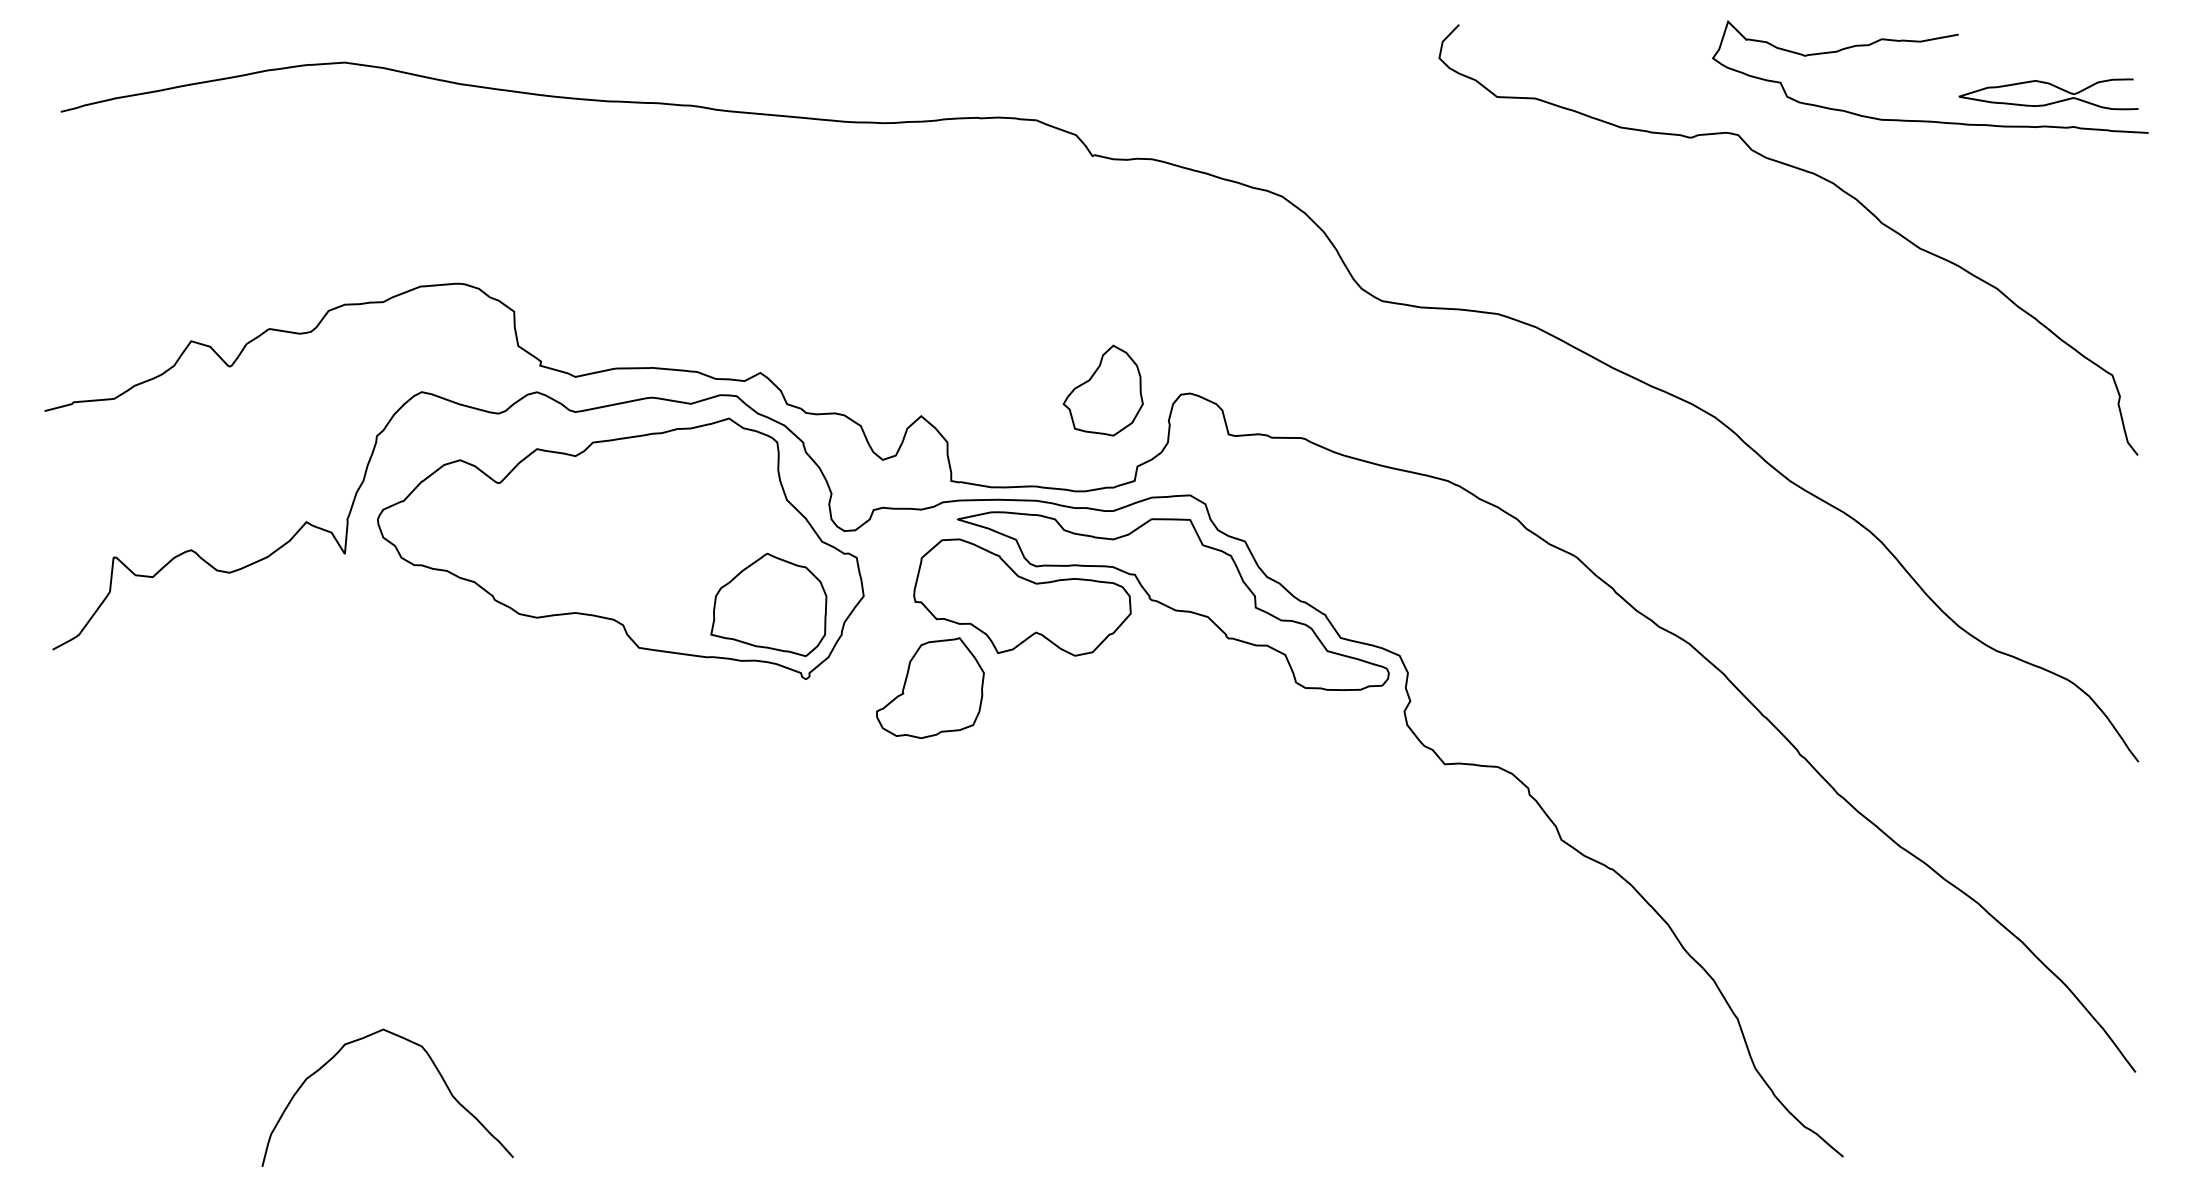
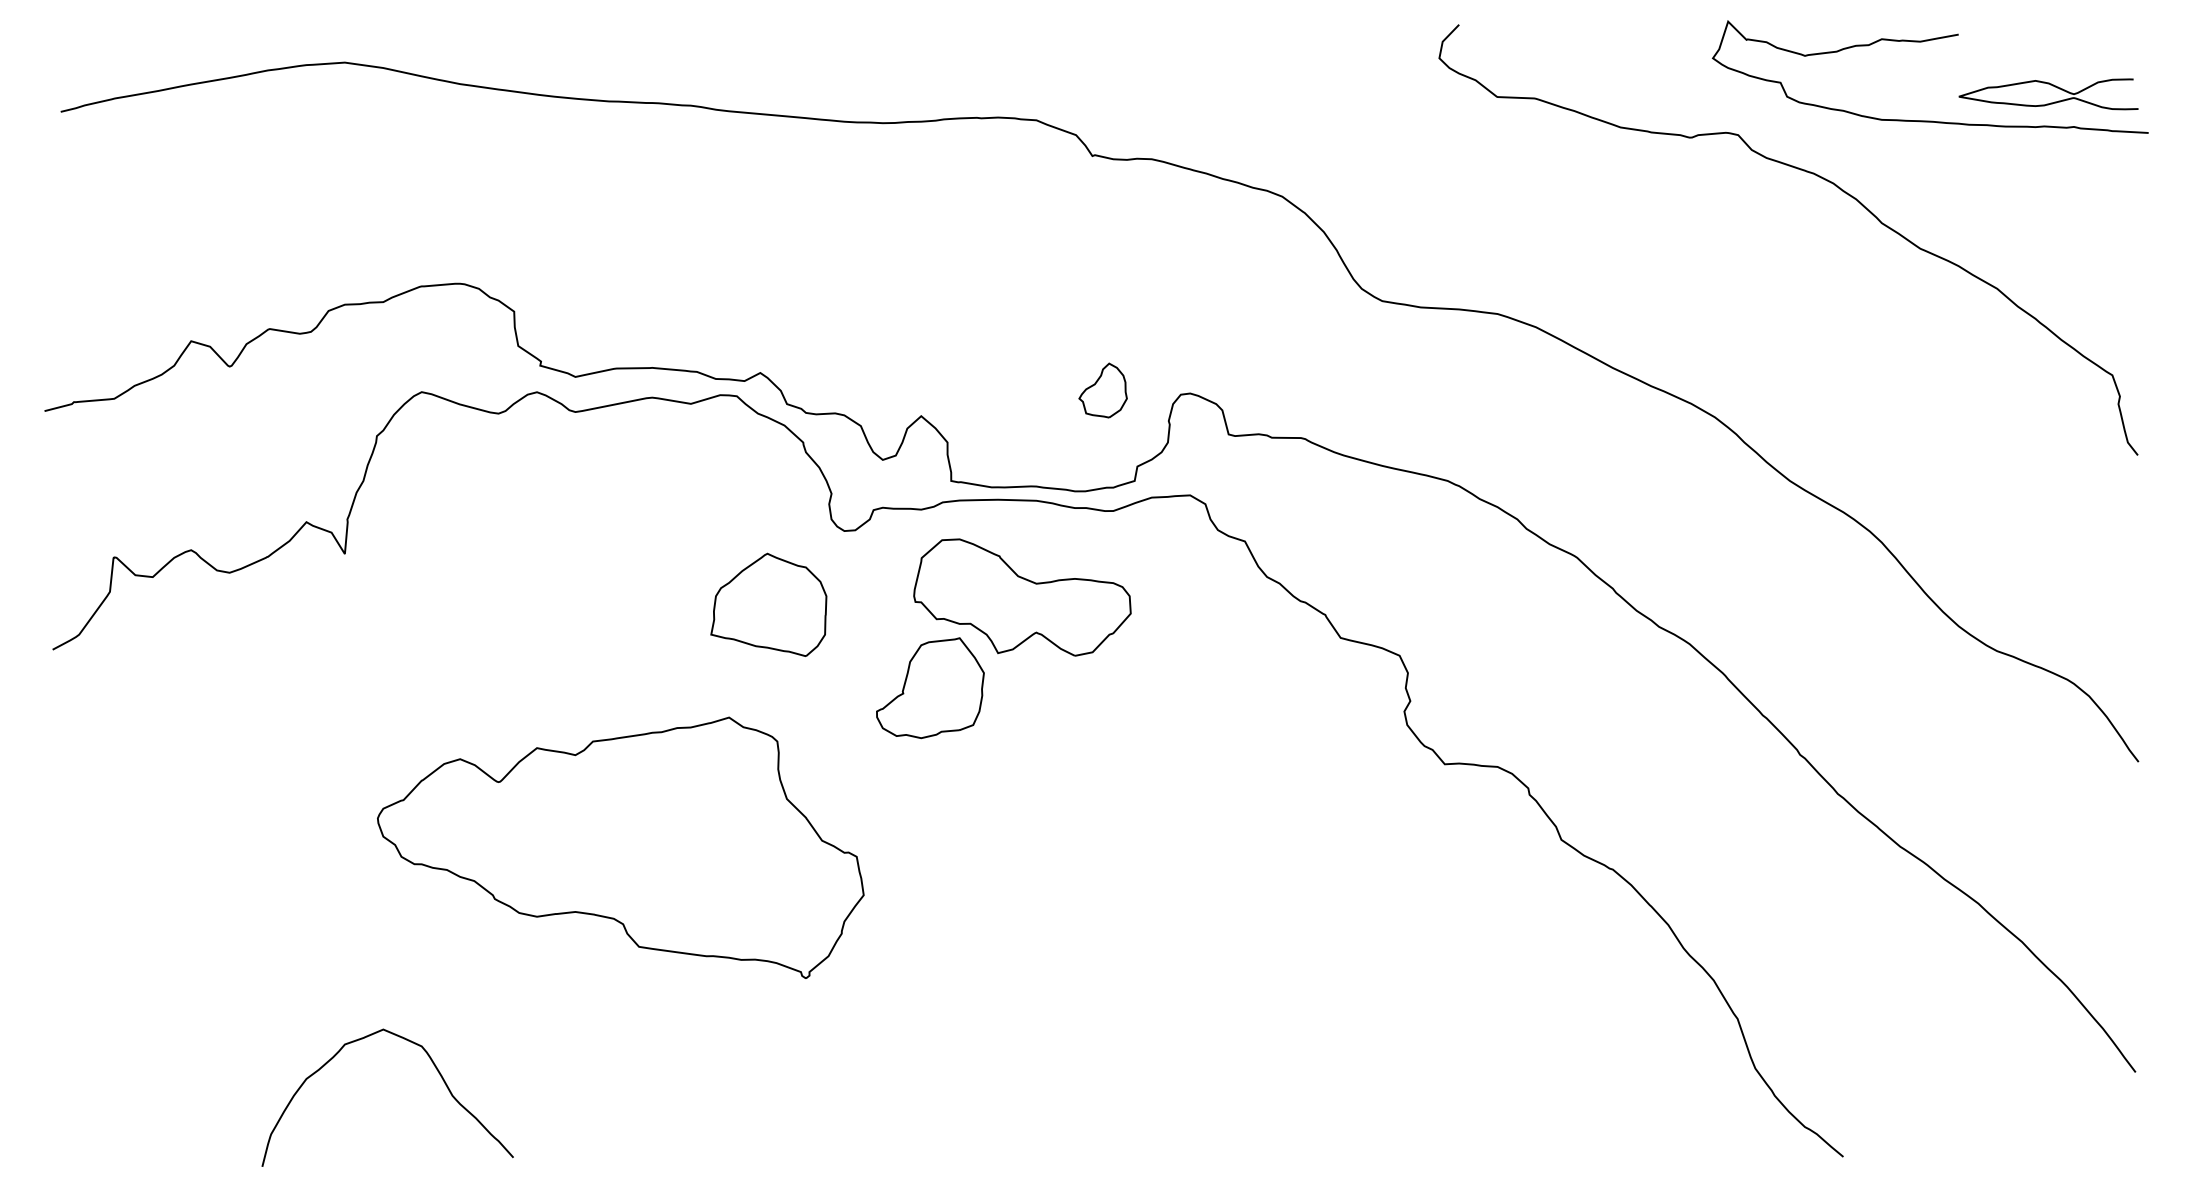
part at (1102, 390) size: 82x93 px -> 50x57 px
part at (620, 548) position: (620, 548) -> (620, 847)
part at (1172, 600): present -> none
